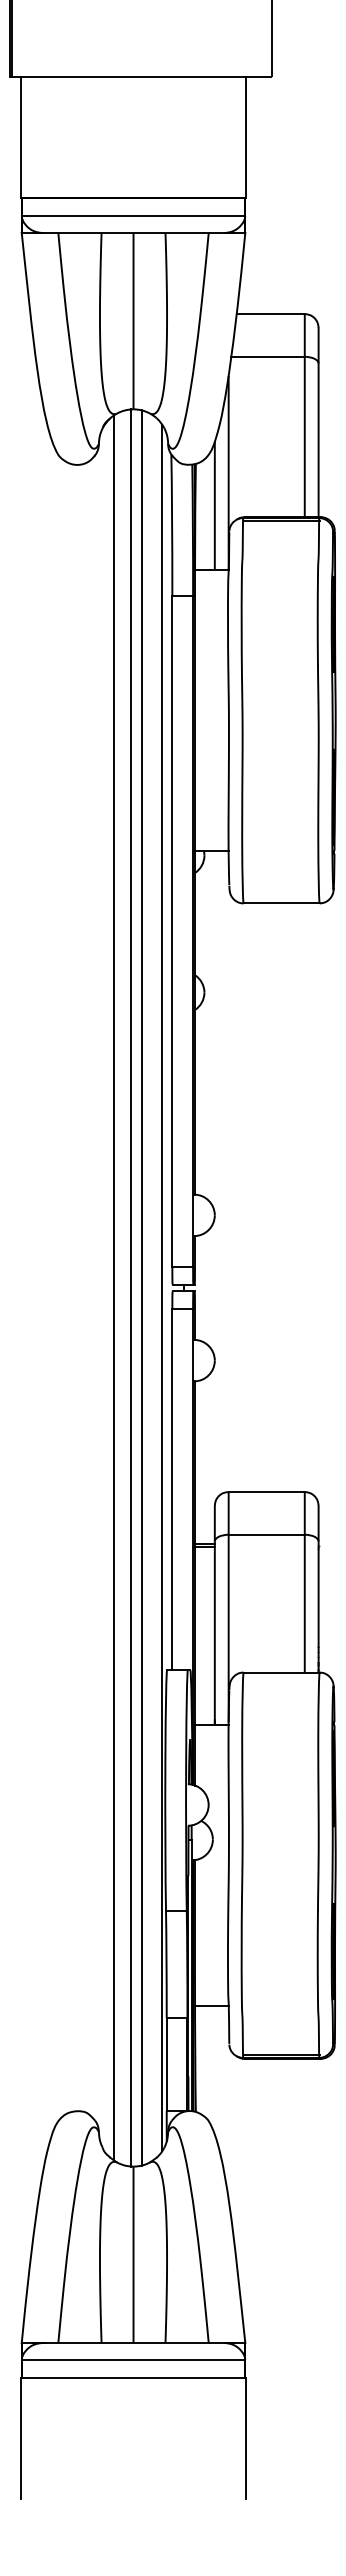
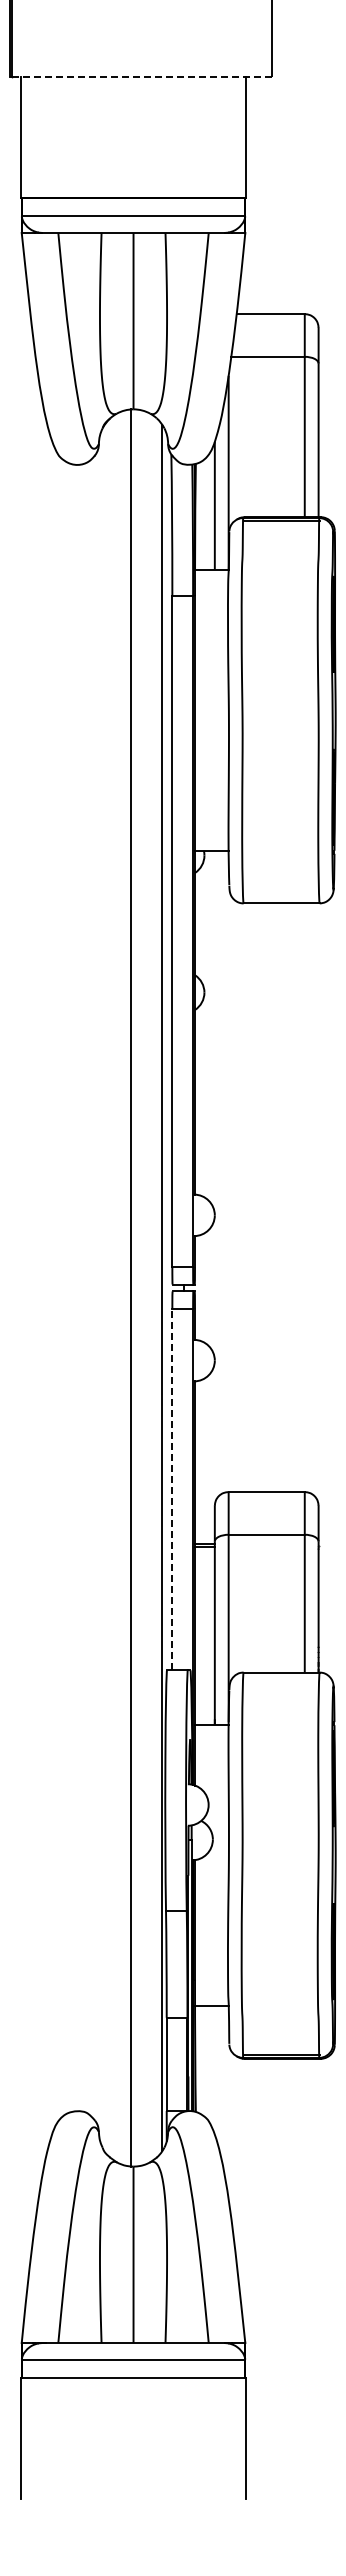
line at (141, 77): solid -> dashed
line at (114, 1287): present -> none
line at (141, 1287): present -> none
line at (172, 1489): solid -> dashed
